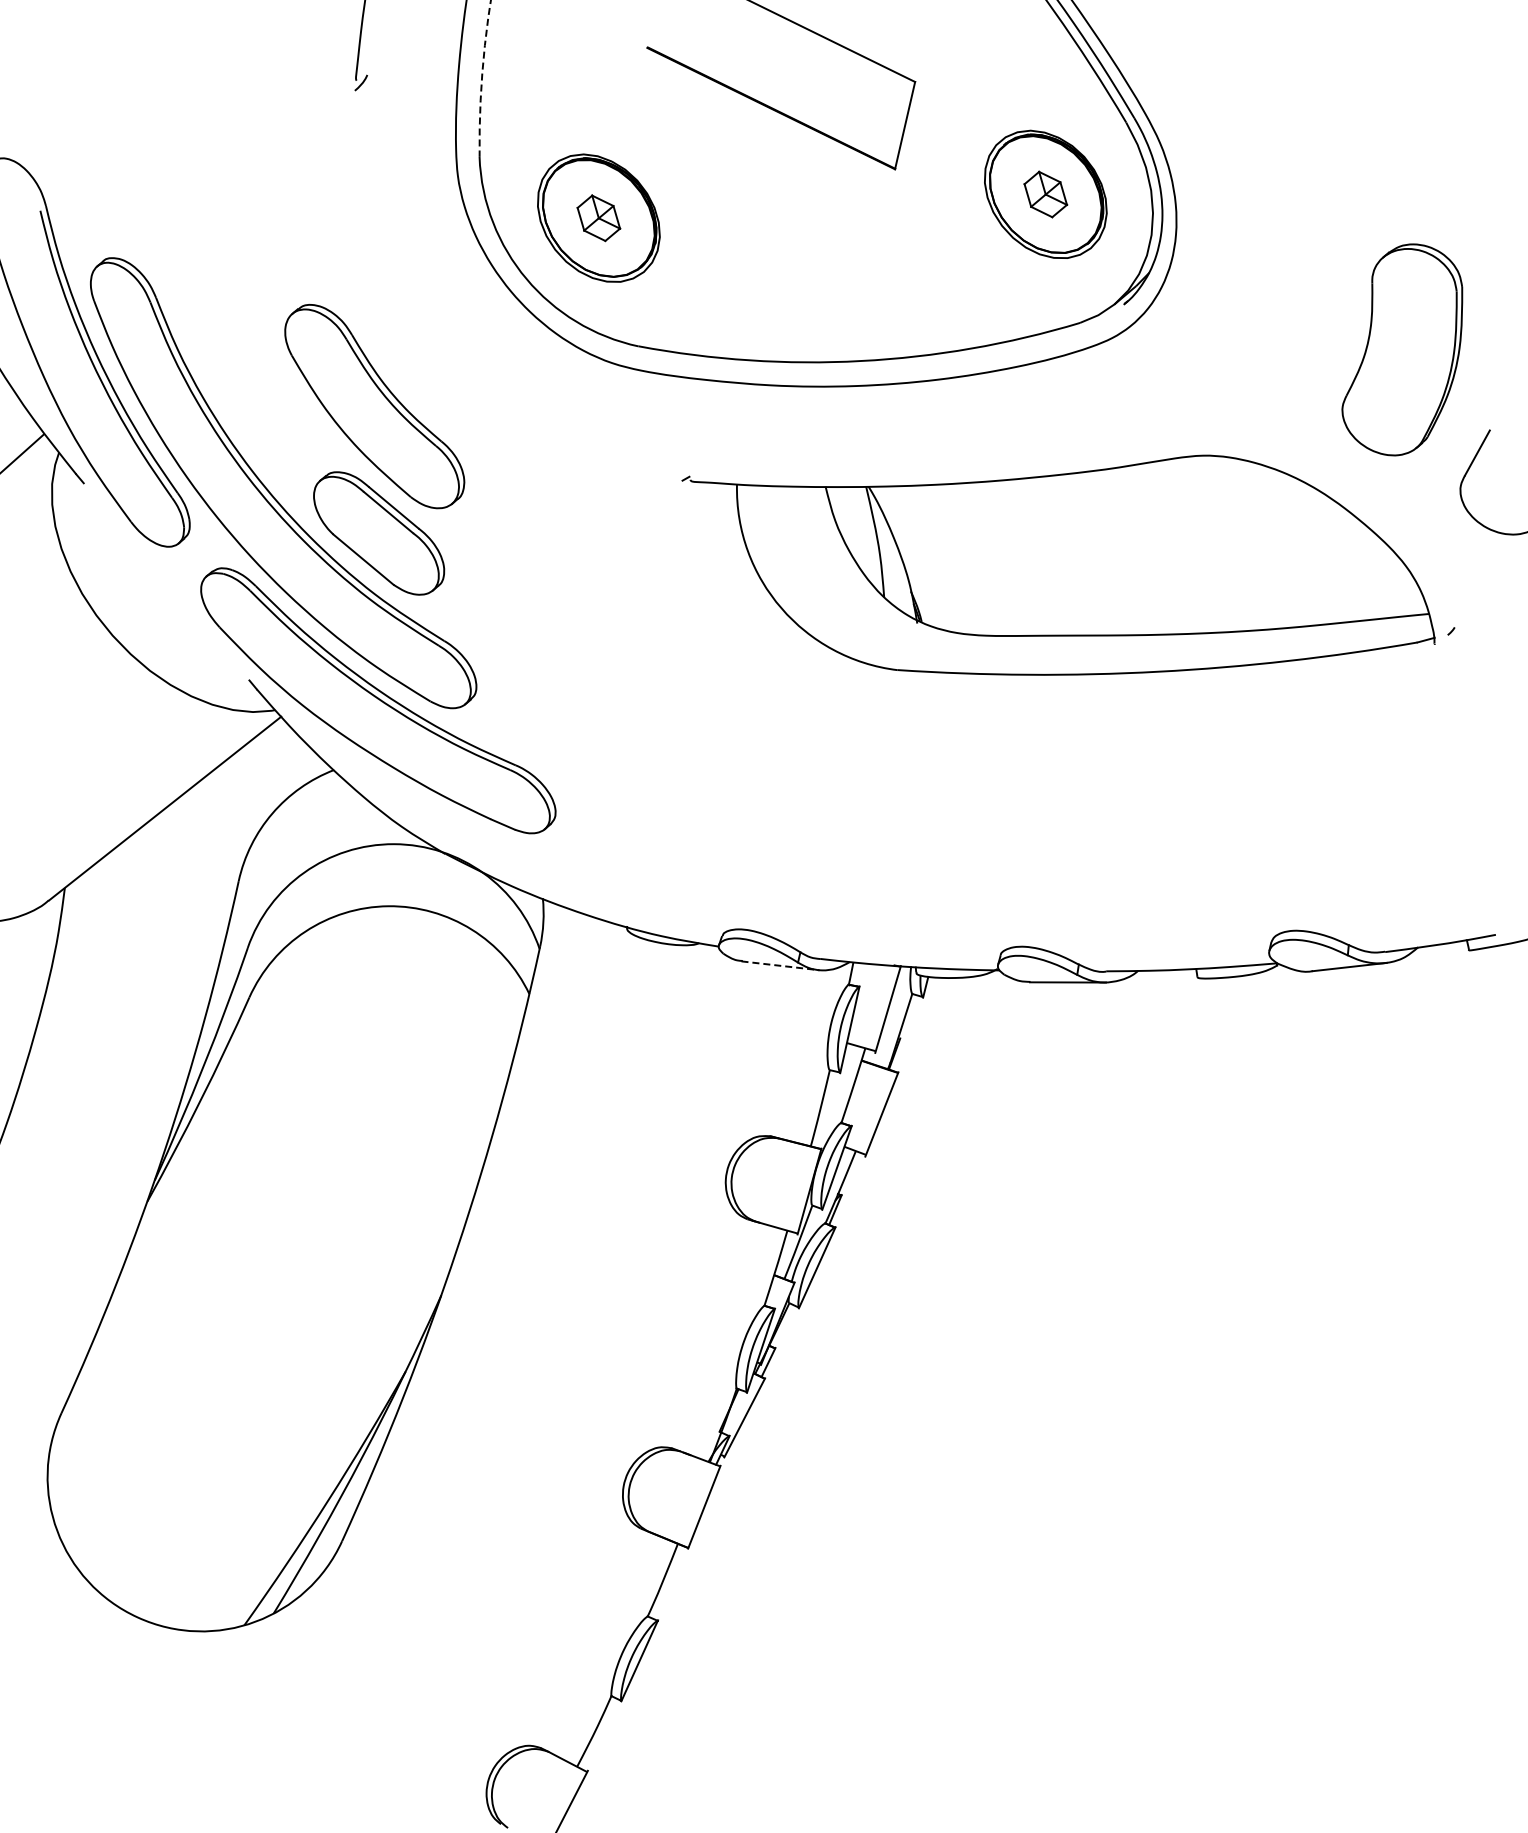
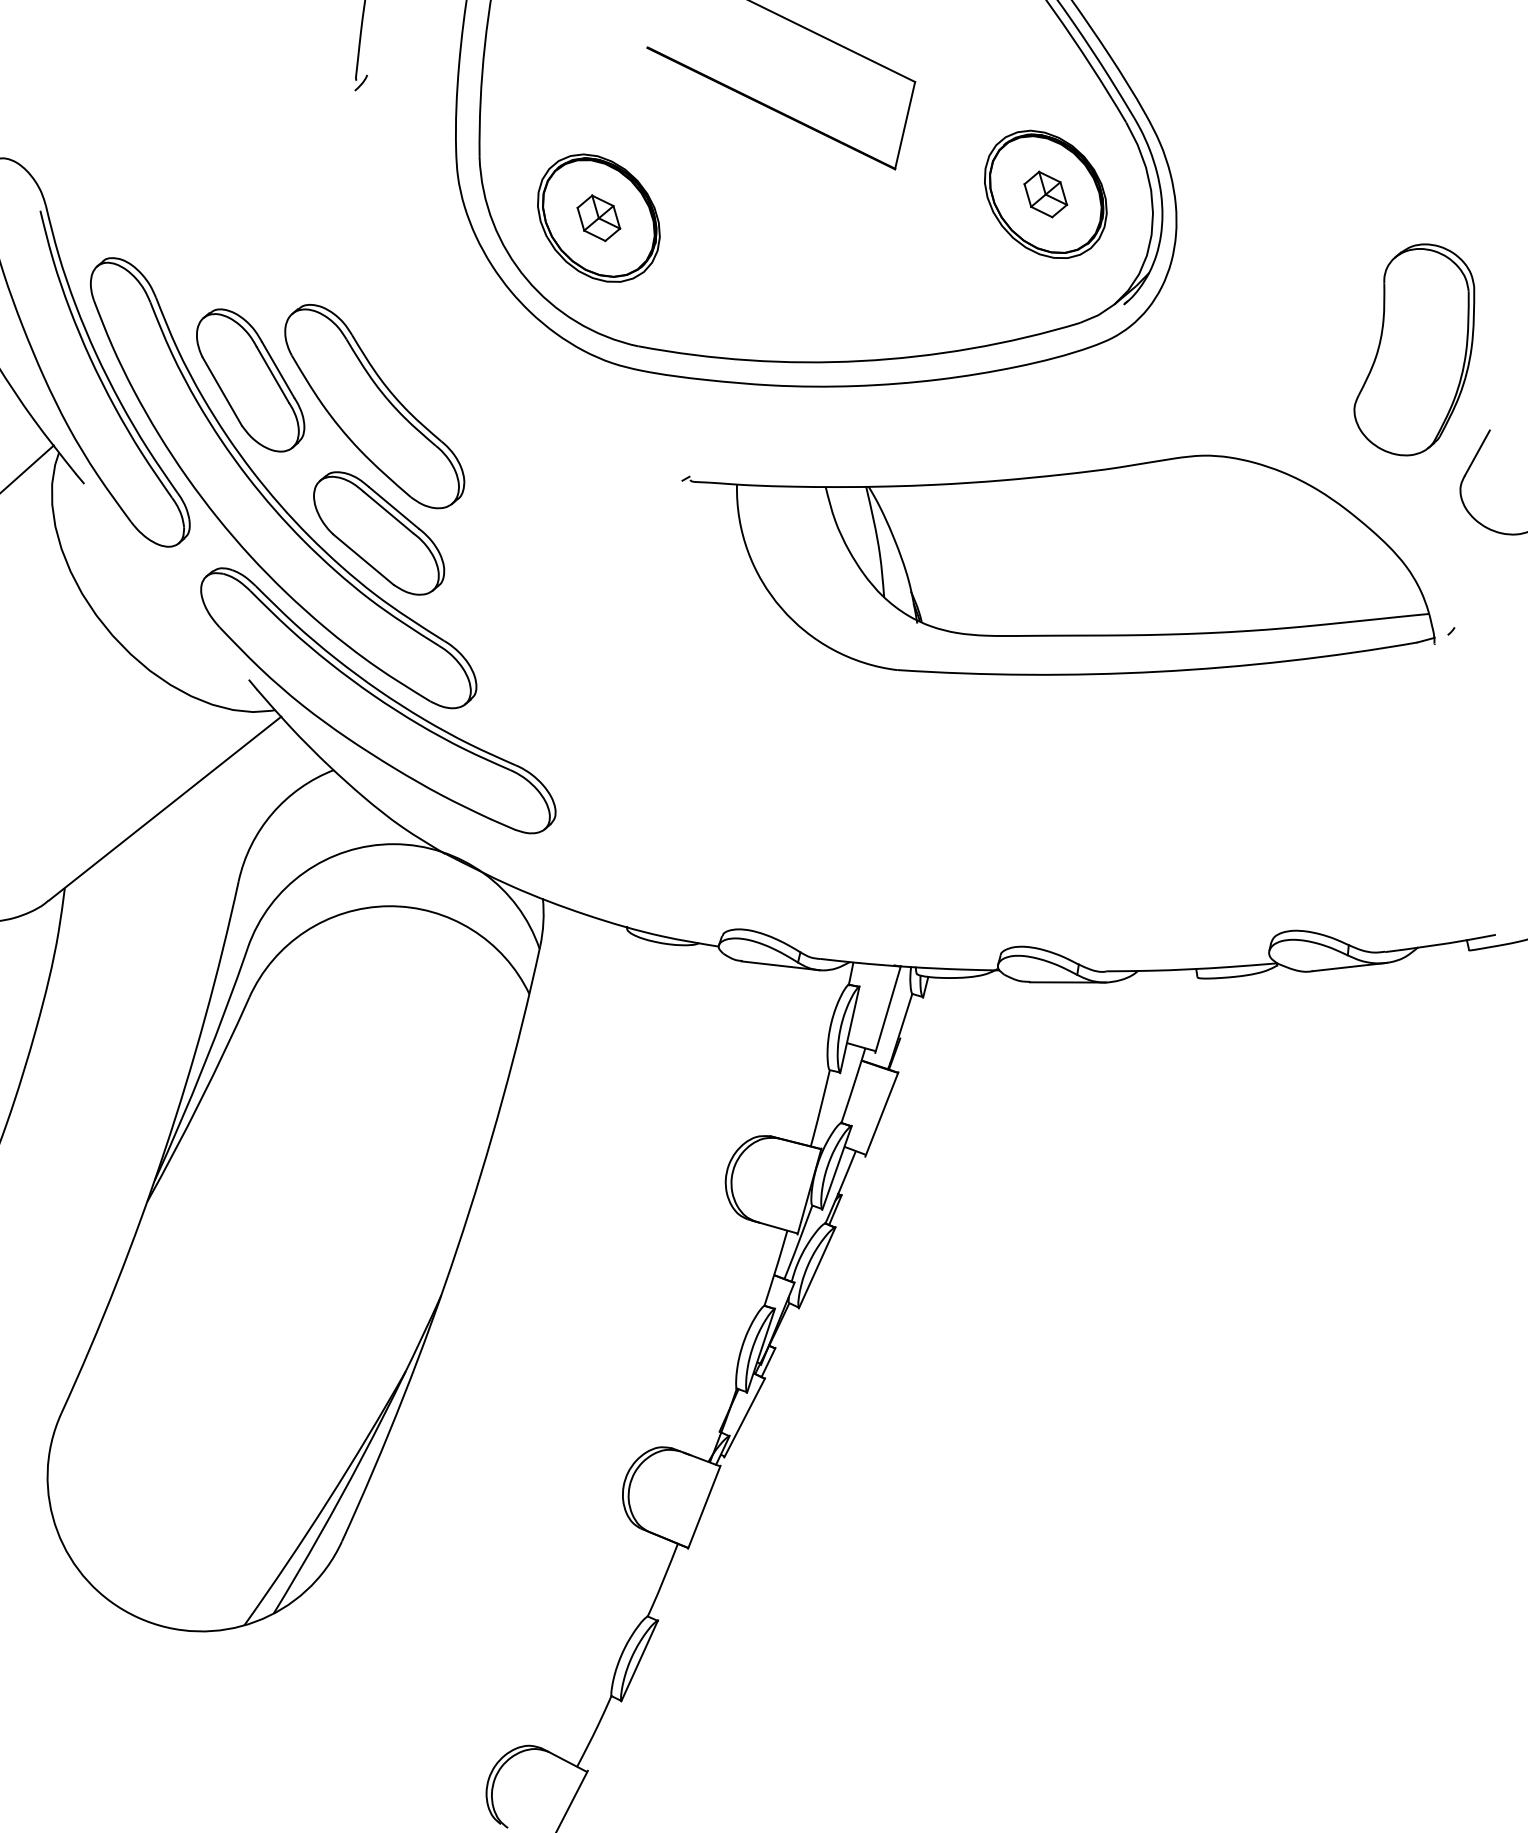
arc at (481, 79): dashed -> solid
part at (1402, 349) position: (1402, 349) -> (1414, 349)
part at (250, 380): none -> present
line at (22, 452) position: (22, 452) -> (27, 468)
line at (781, 965): dashed -> solid
